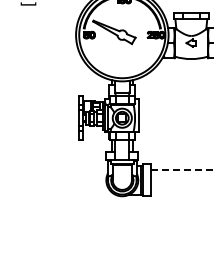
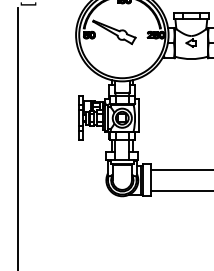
line at (17, 137): none -> present
line at (182, 169): dashed -> solid
line at (180, 191): none -> present
